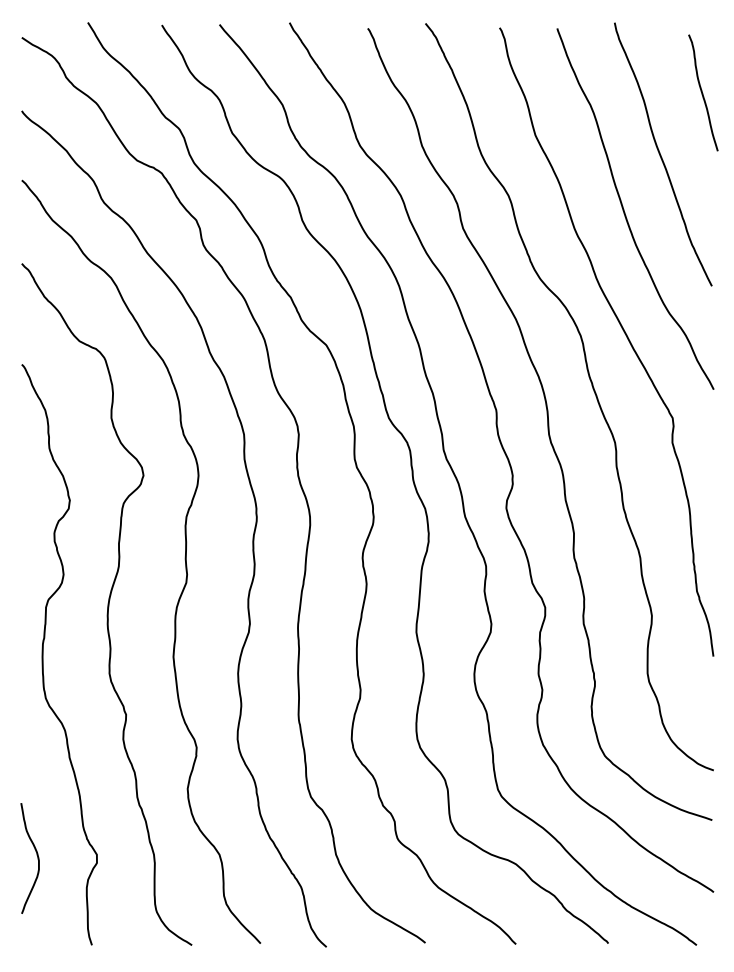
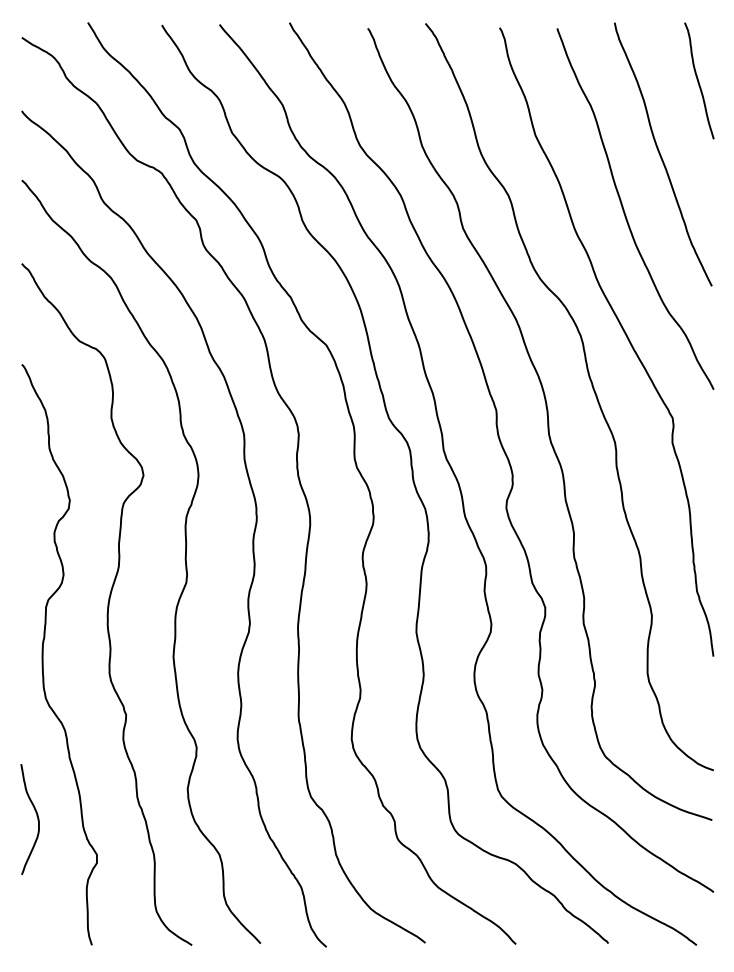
curve at (702, 92) position: (702, 92) -> (698, 80)
curve at (36, 855) position: (36, 855) -> (36, 816)
